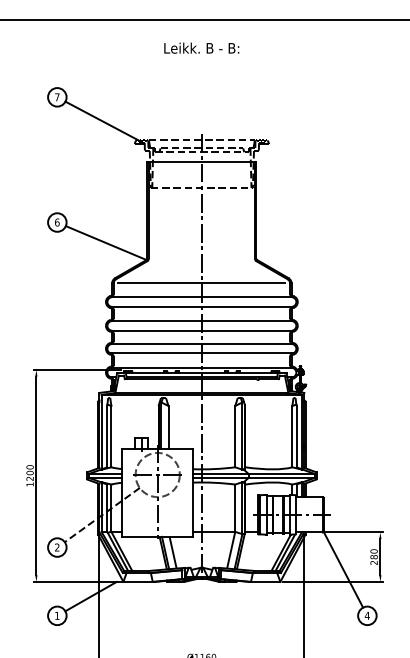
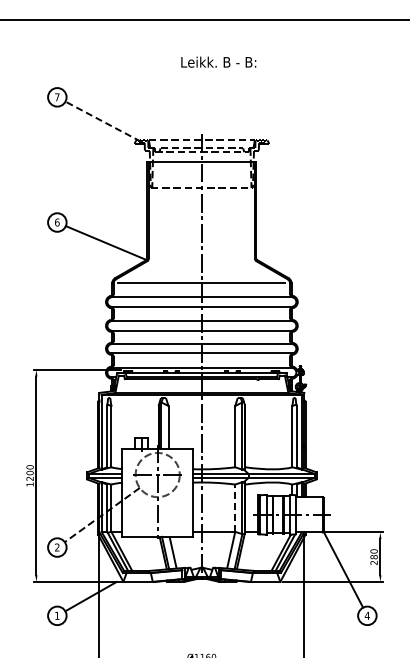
text at (201, 47) position: (201, 47) -> (218, 61)
line at (103, 121): solid -> dashed
line at (235, 508): solid -> dashed
